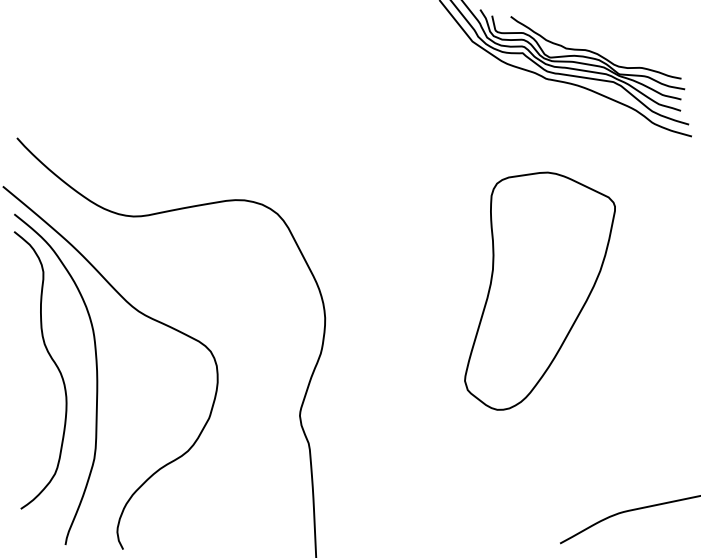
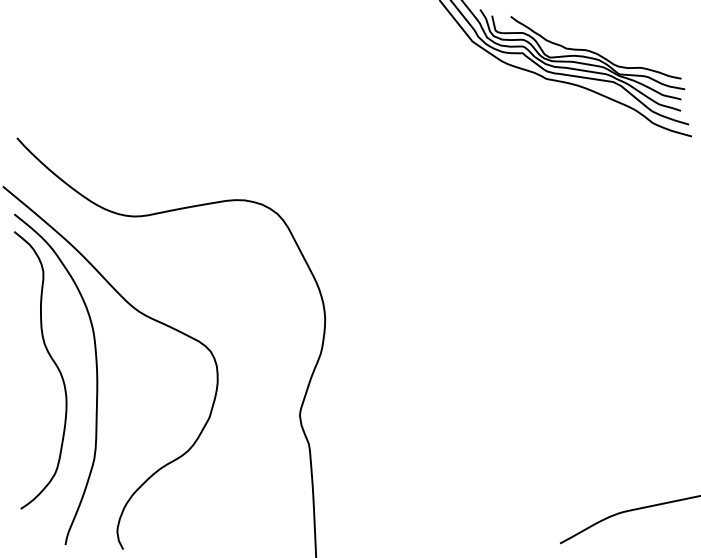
part at (539, 290): present -> none
